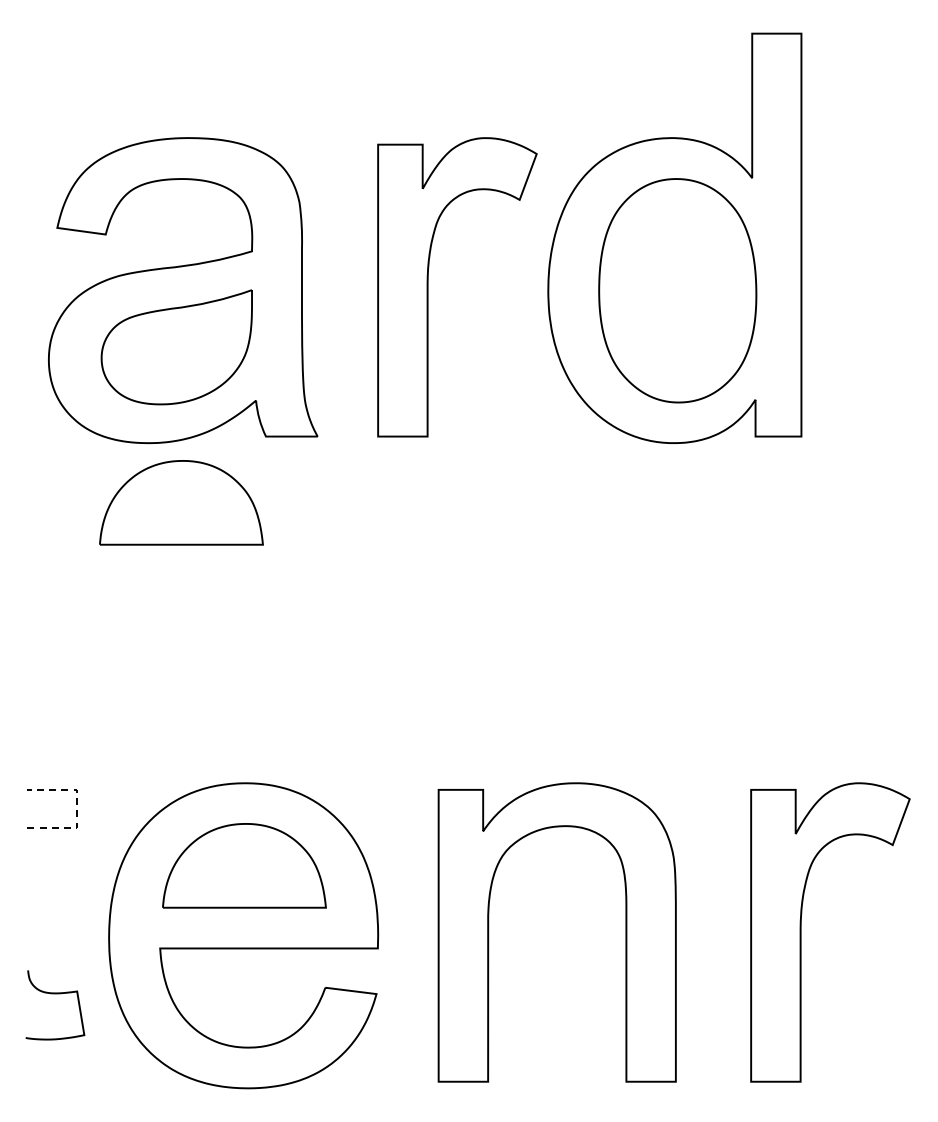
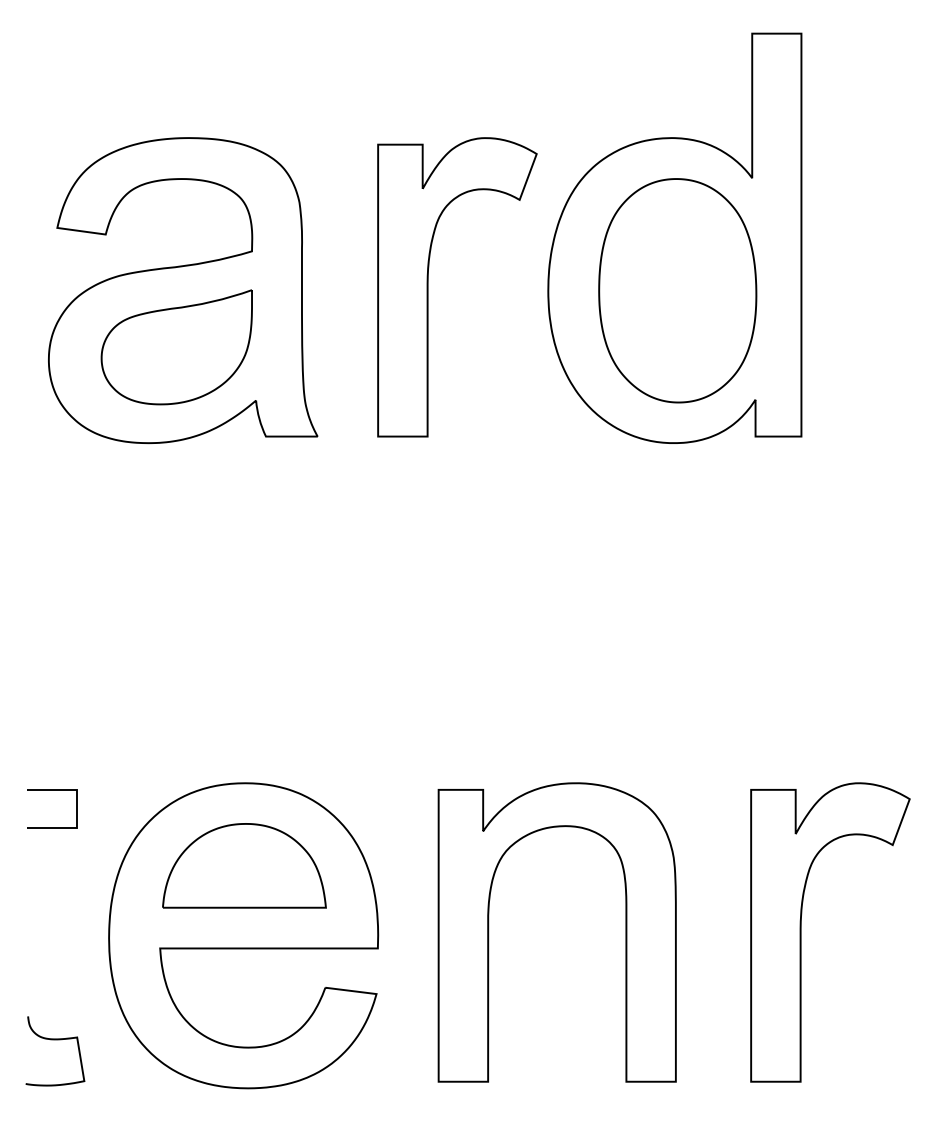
part at (181, 502): present -> none
line at (77, 808): dashed -> solid
curve at (55, 994) position: (55, 994) -> (55, 1040)
